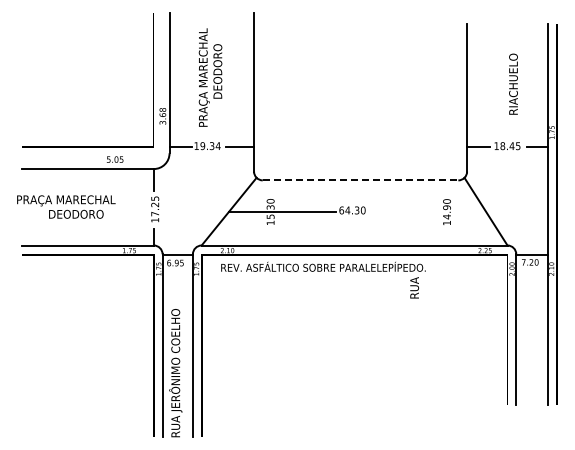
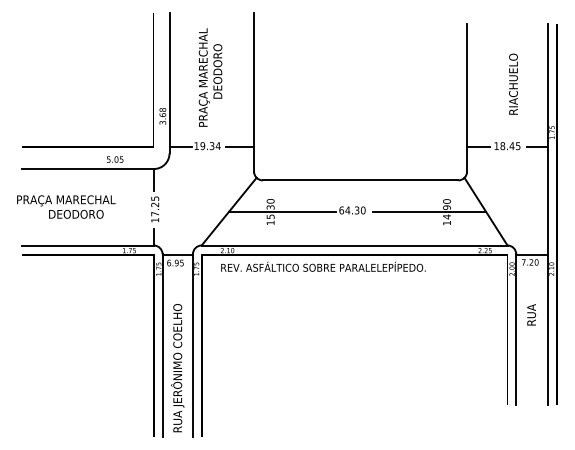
line at (360, 180): dashed -> solid
line at (429, 211): none -> present
text at (414, 287) position: (414, 287) -> (531, 314)
text at (175, 373) position: (175, 373) -> (177, 368)
